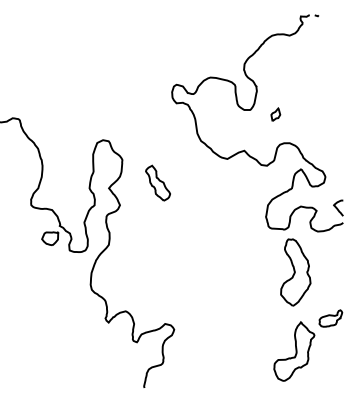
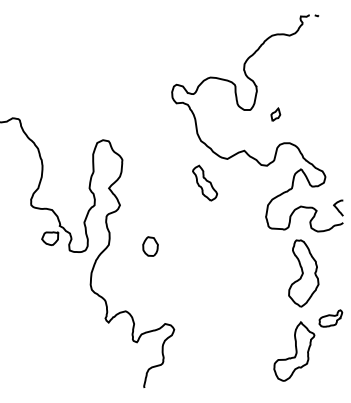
part at (157, 182) position: (157, 182) -> (204, 182)
part at (150, 246): none -> present
part at (295, 272) position: (295, 272) -> (303, 273)
